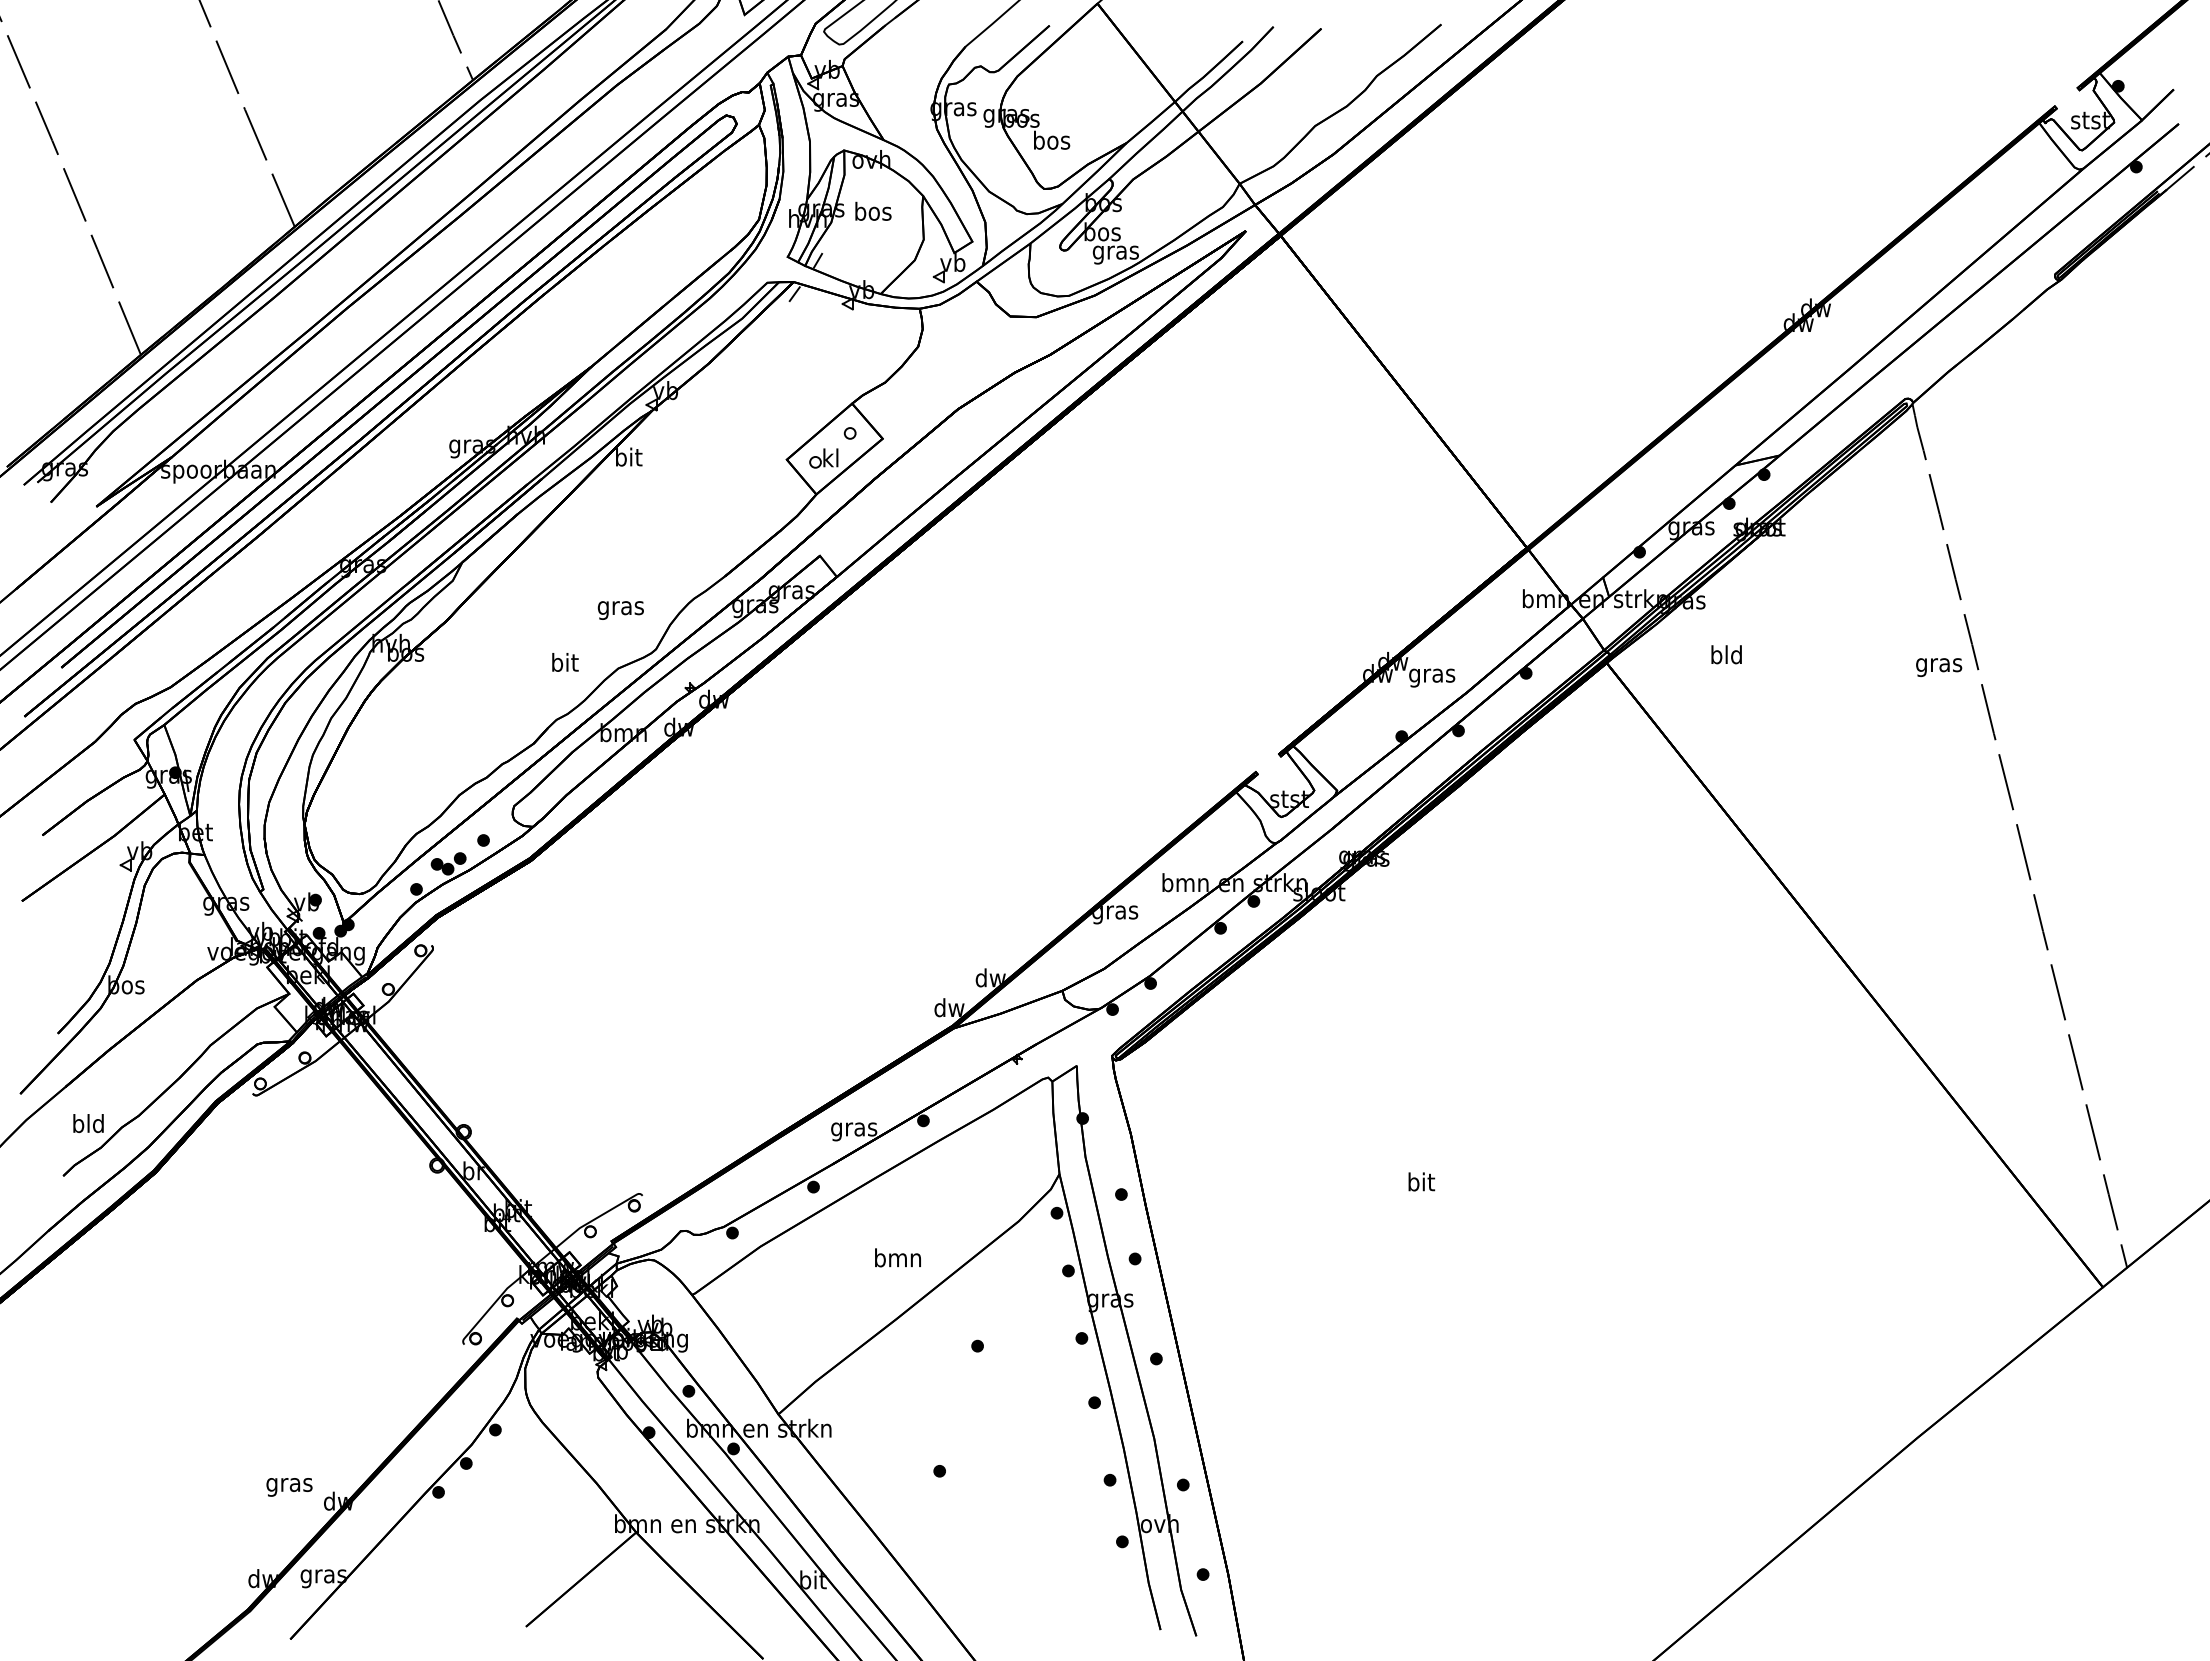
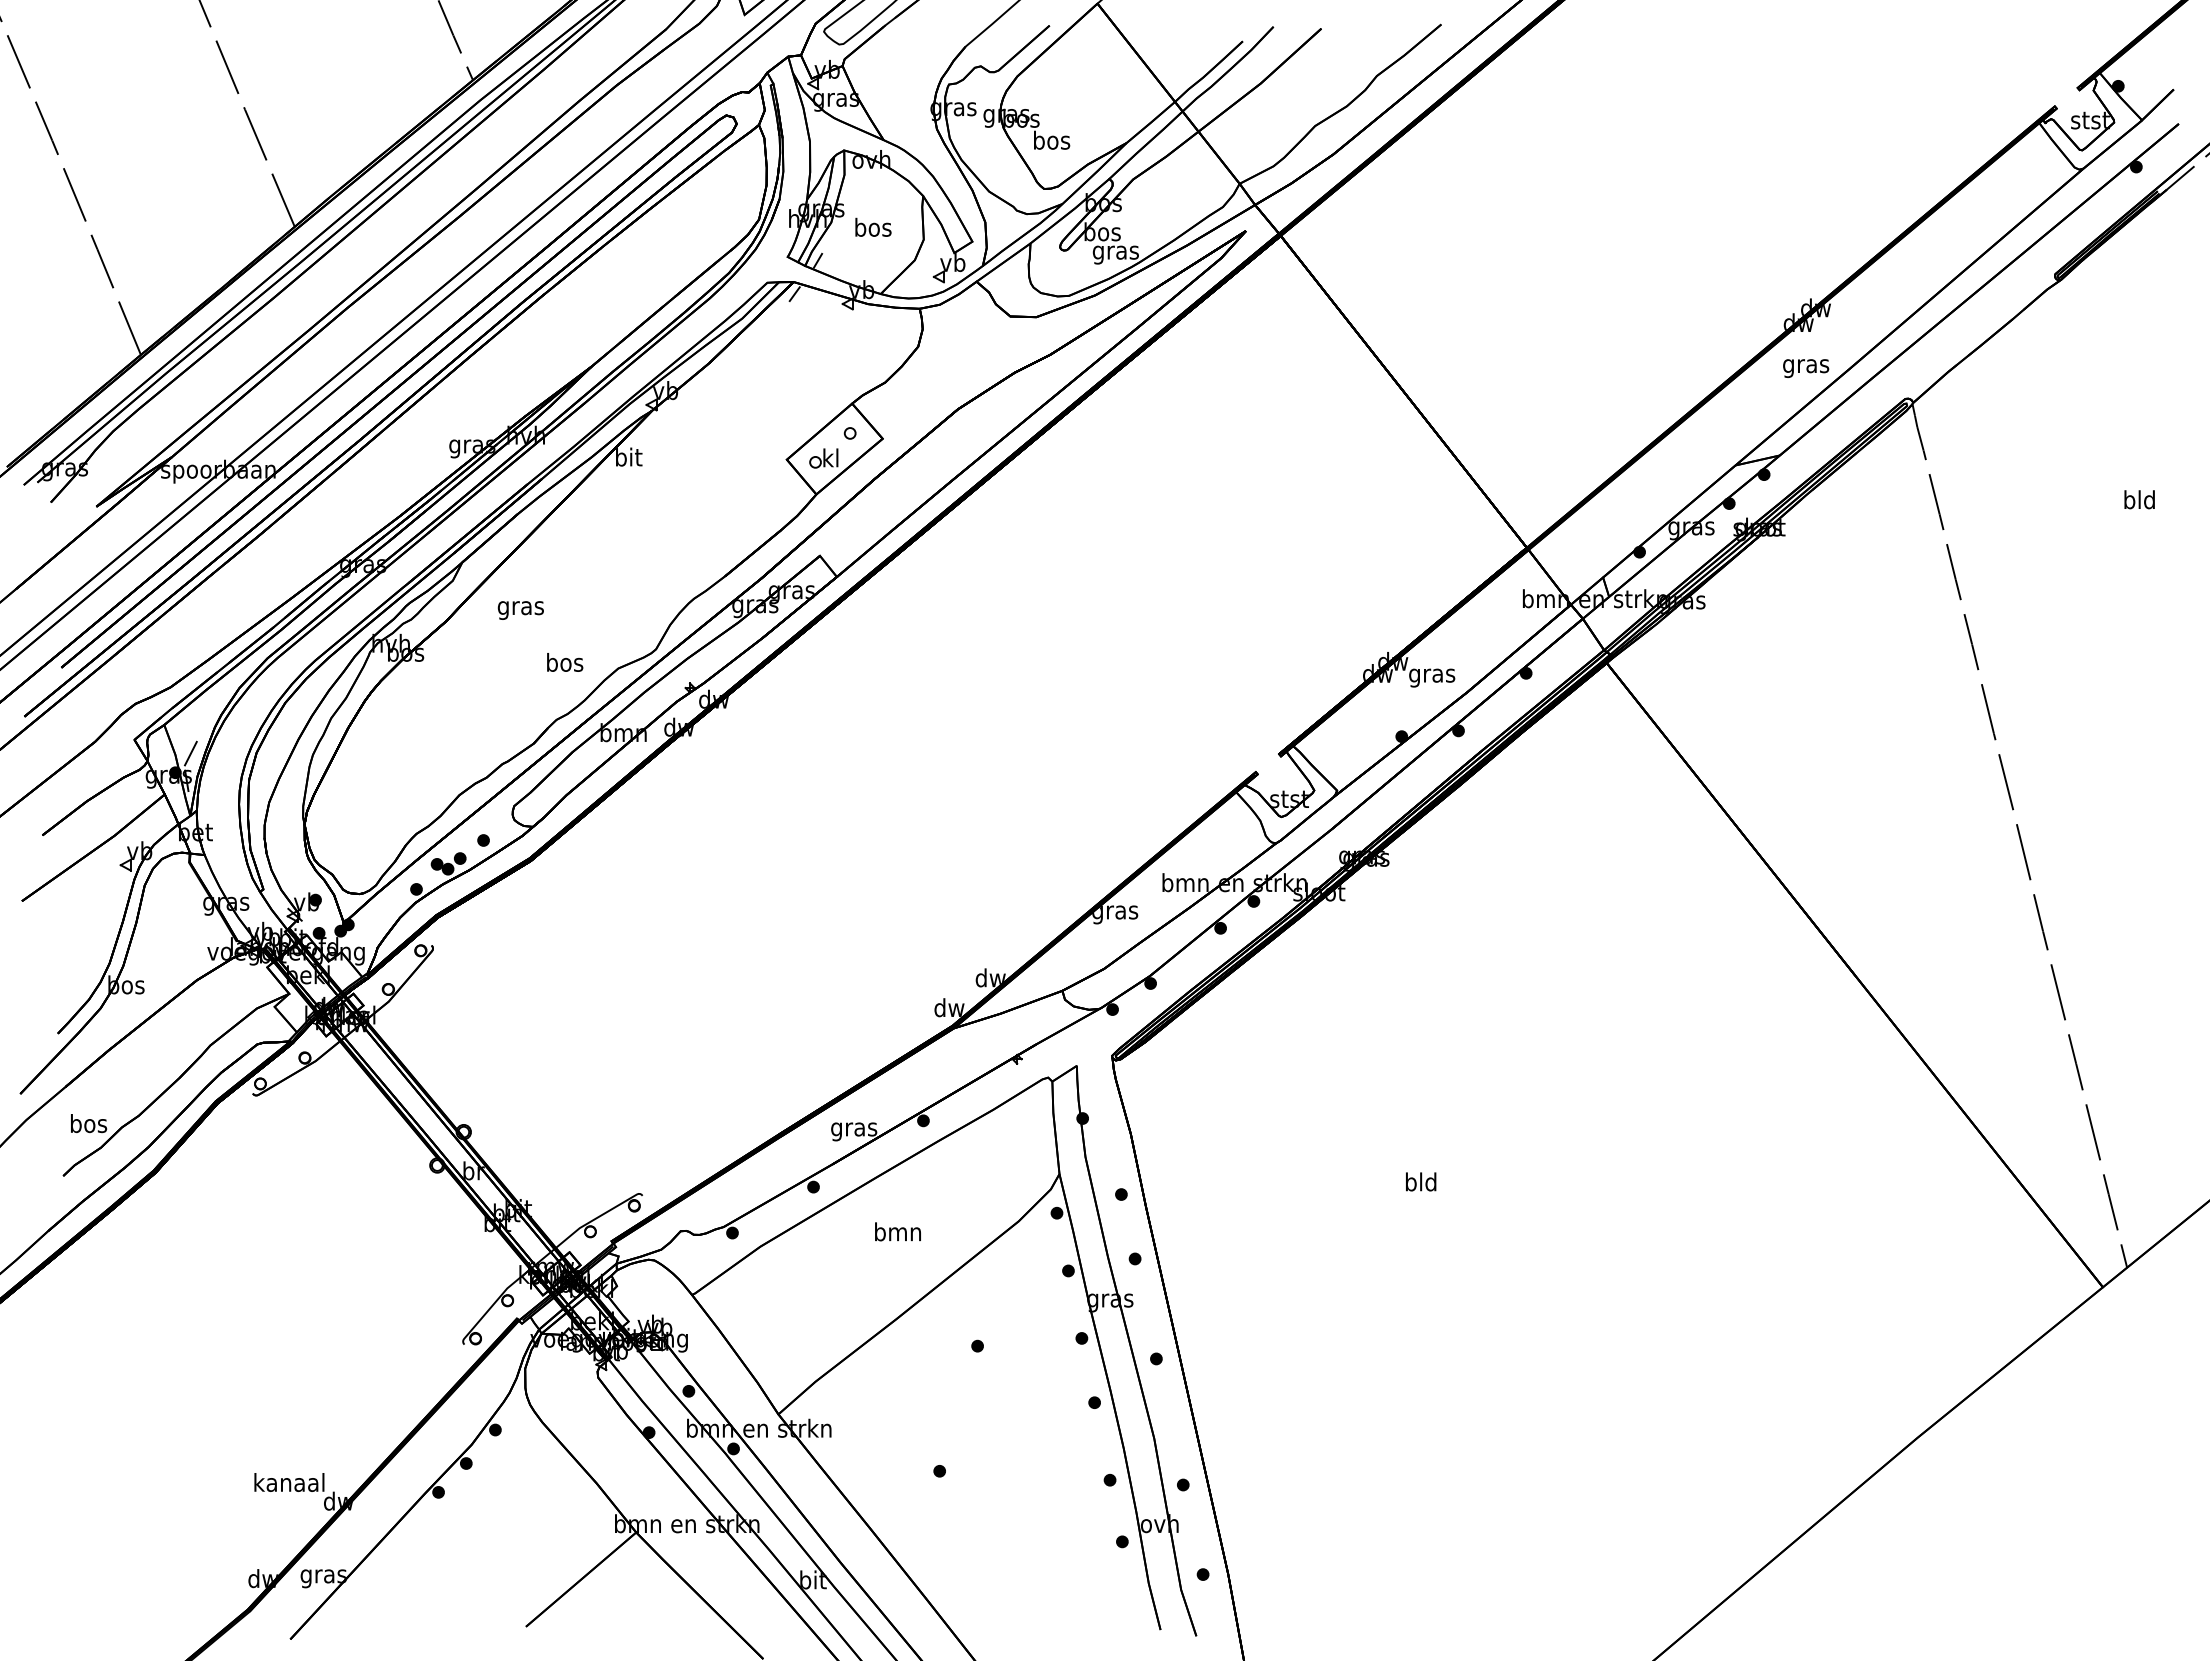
text at (873, 210) position: (873, 210) -> (873, 226)
text at (620, 610) position: (620, 610) -> (520, 610)
text at (1726, 654) position: (1726, 654) -> (2139, 499)
text at (565, 662): bit -> bos
text at (1939, 667) position: (1939, 667) -> (1806, 368)
line at (190, 753): none -> present
text at (89, 1123): bld -> bos
text at (1421, 1181): bit -> bld
text at (897, 1257) position: (897, 1257) -> (897, 1231)
text at (289, 1484): gras -> kanaal
